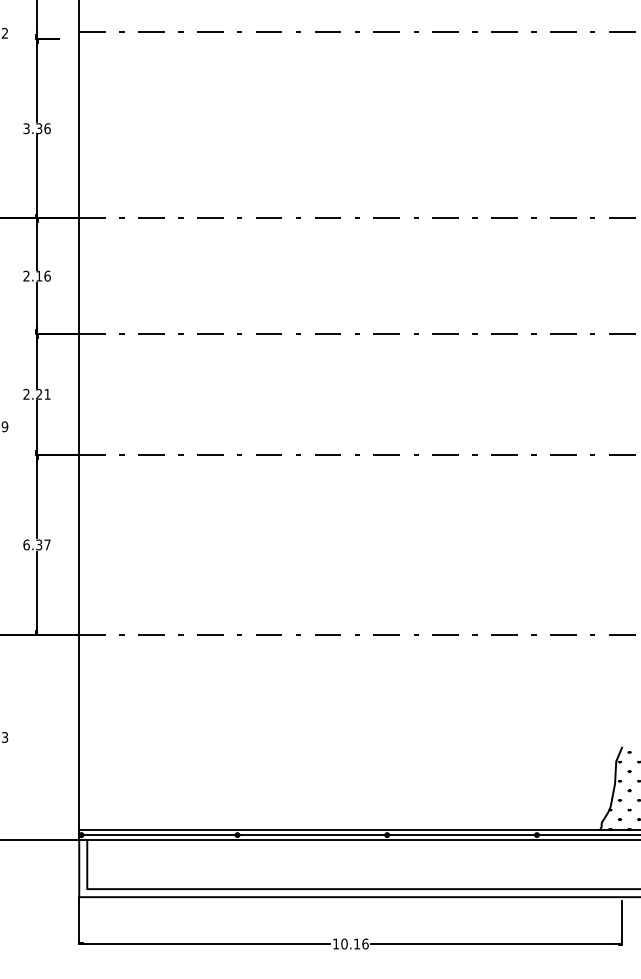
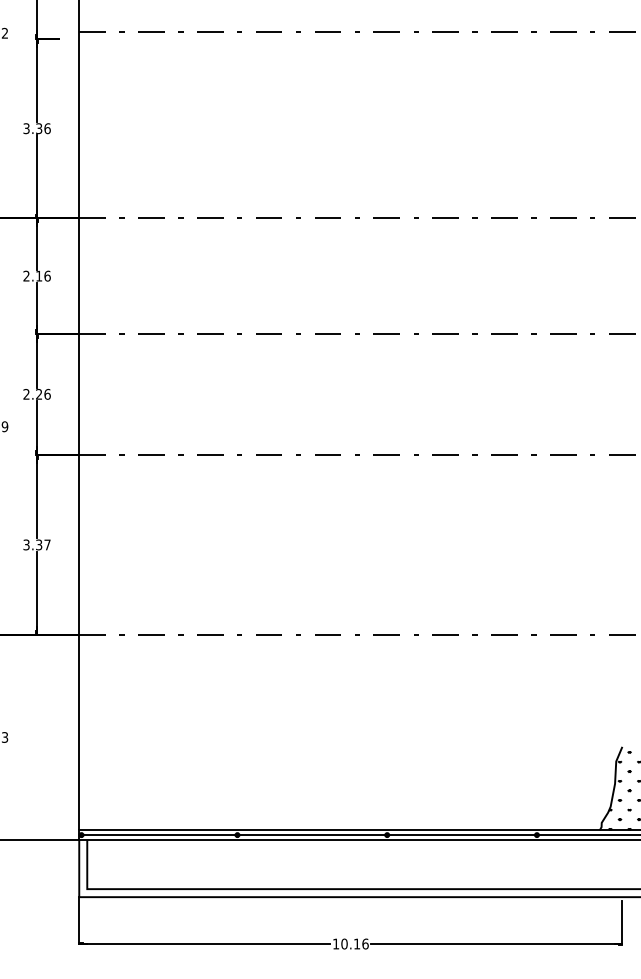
text at (47, 393): 2.21 -> 2.26
text at (26, 544): 6.37 -> 3.37
